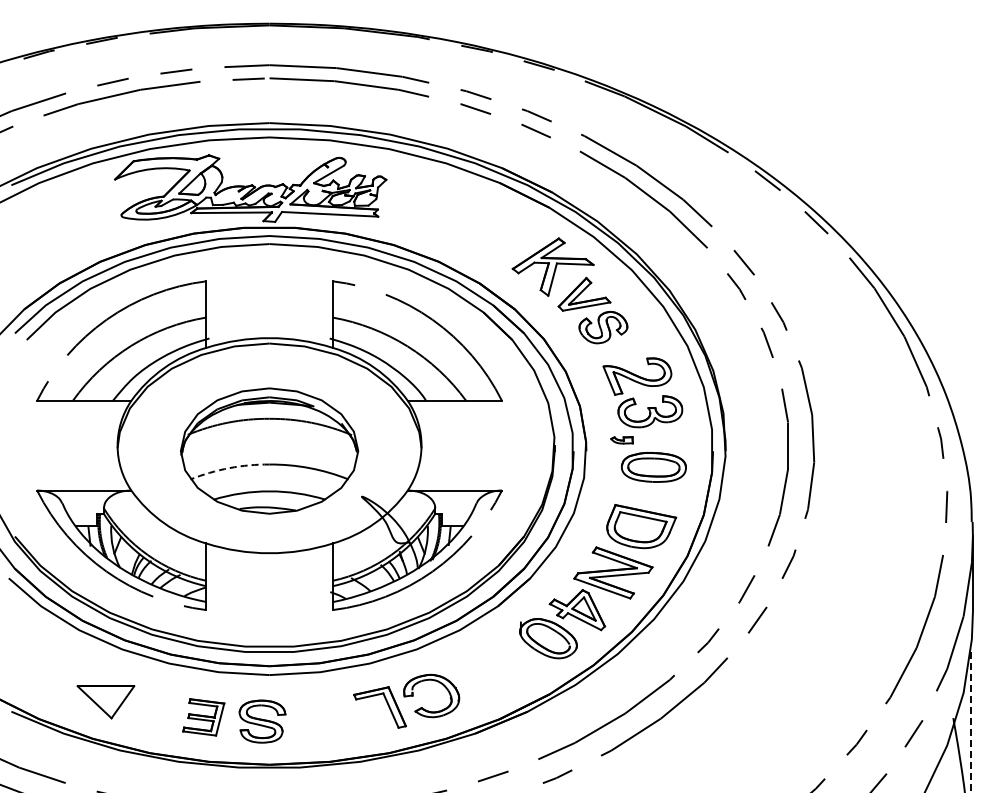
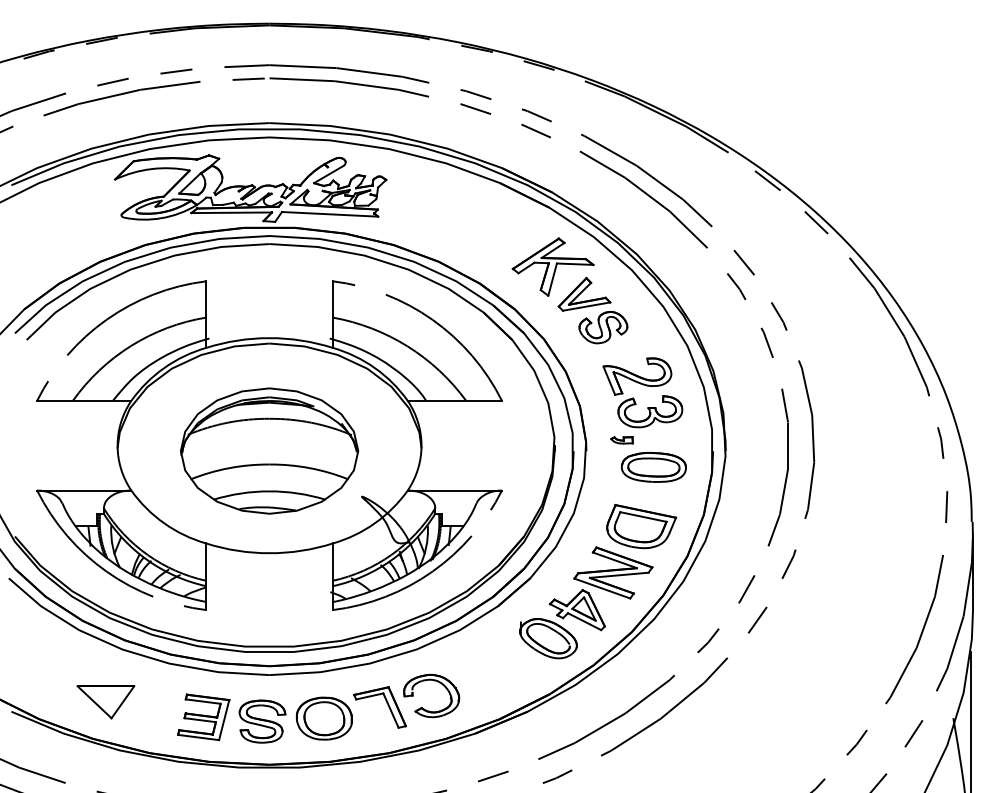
arc at (229, 468): dashed -> solid
part at (203, 717) size: 44x39 px -> 54x49 px
part at (323, 718): none -> present
line at (970, 722): dashed -> solid
